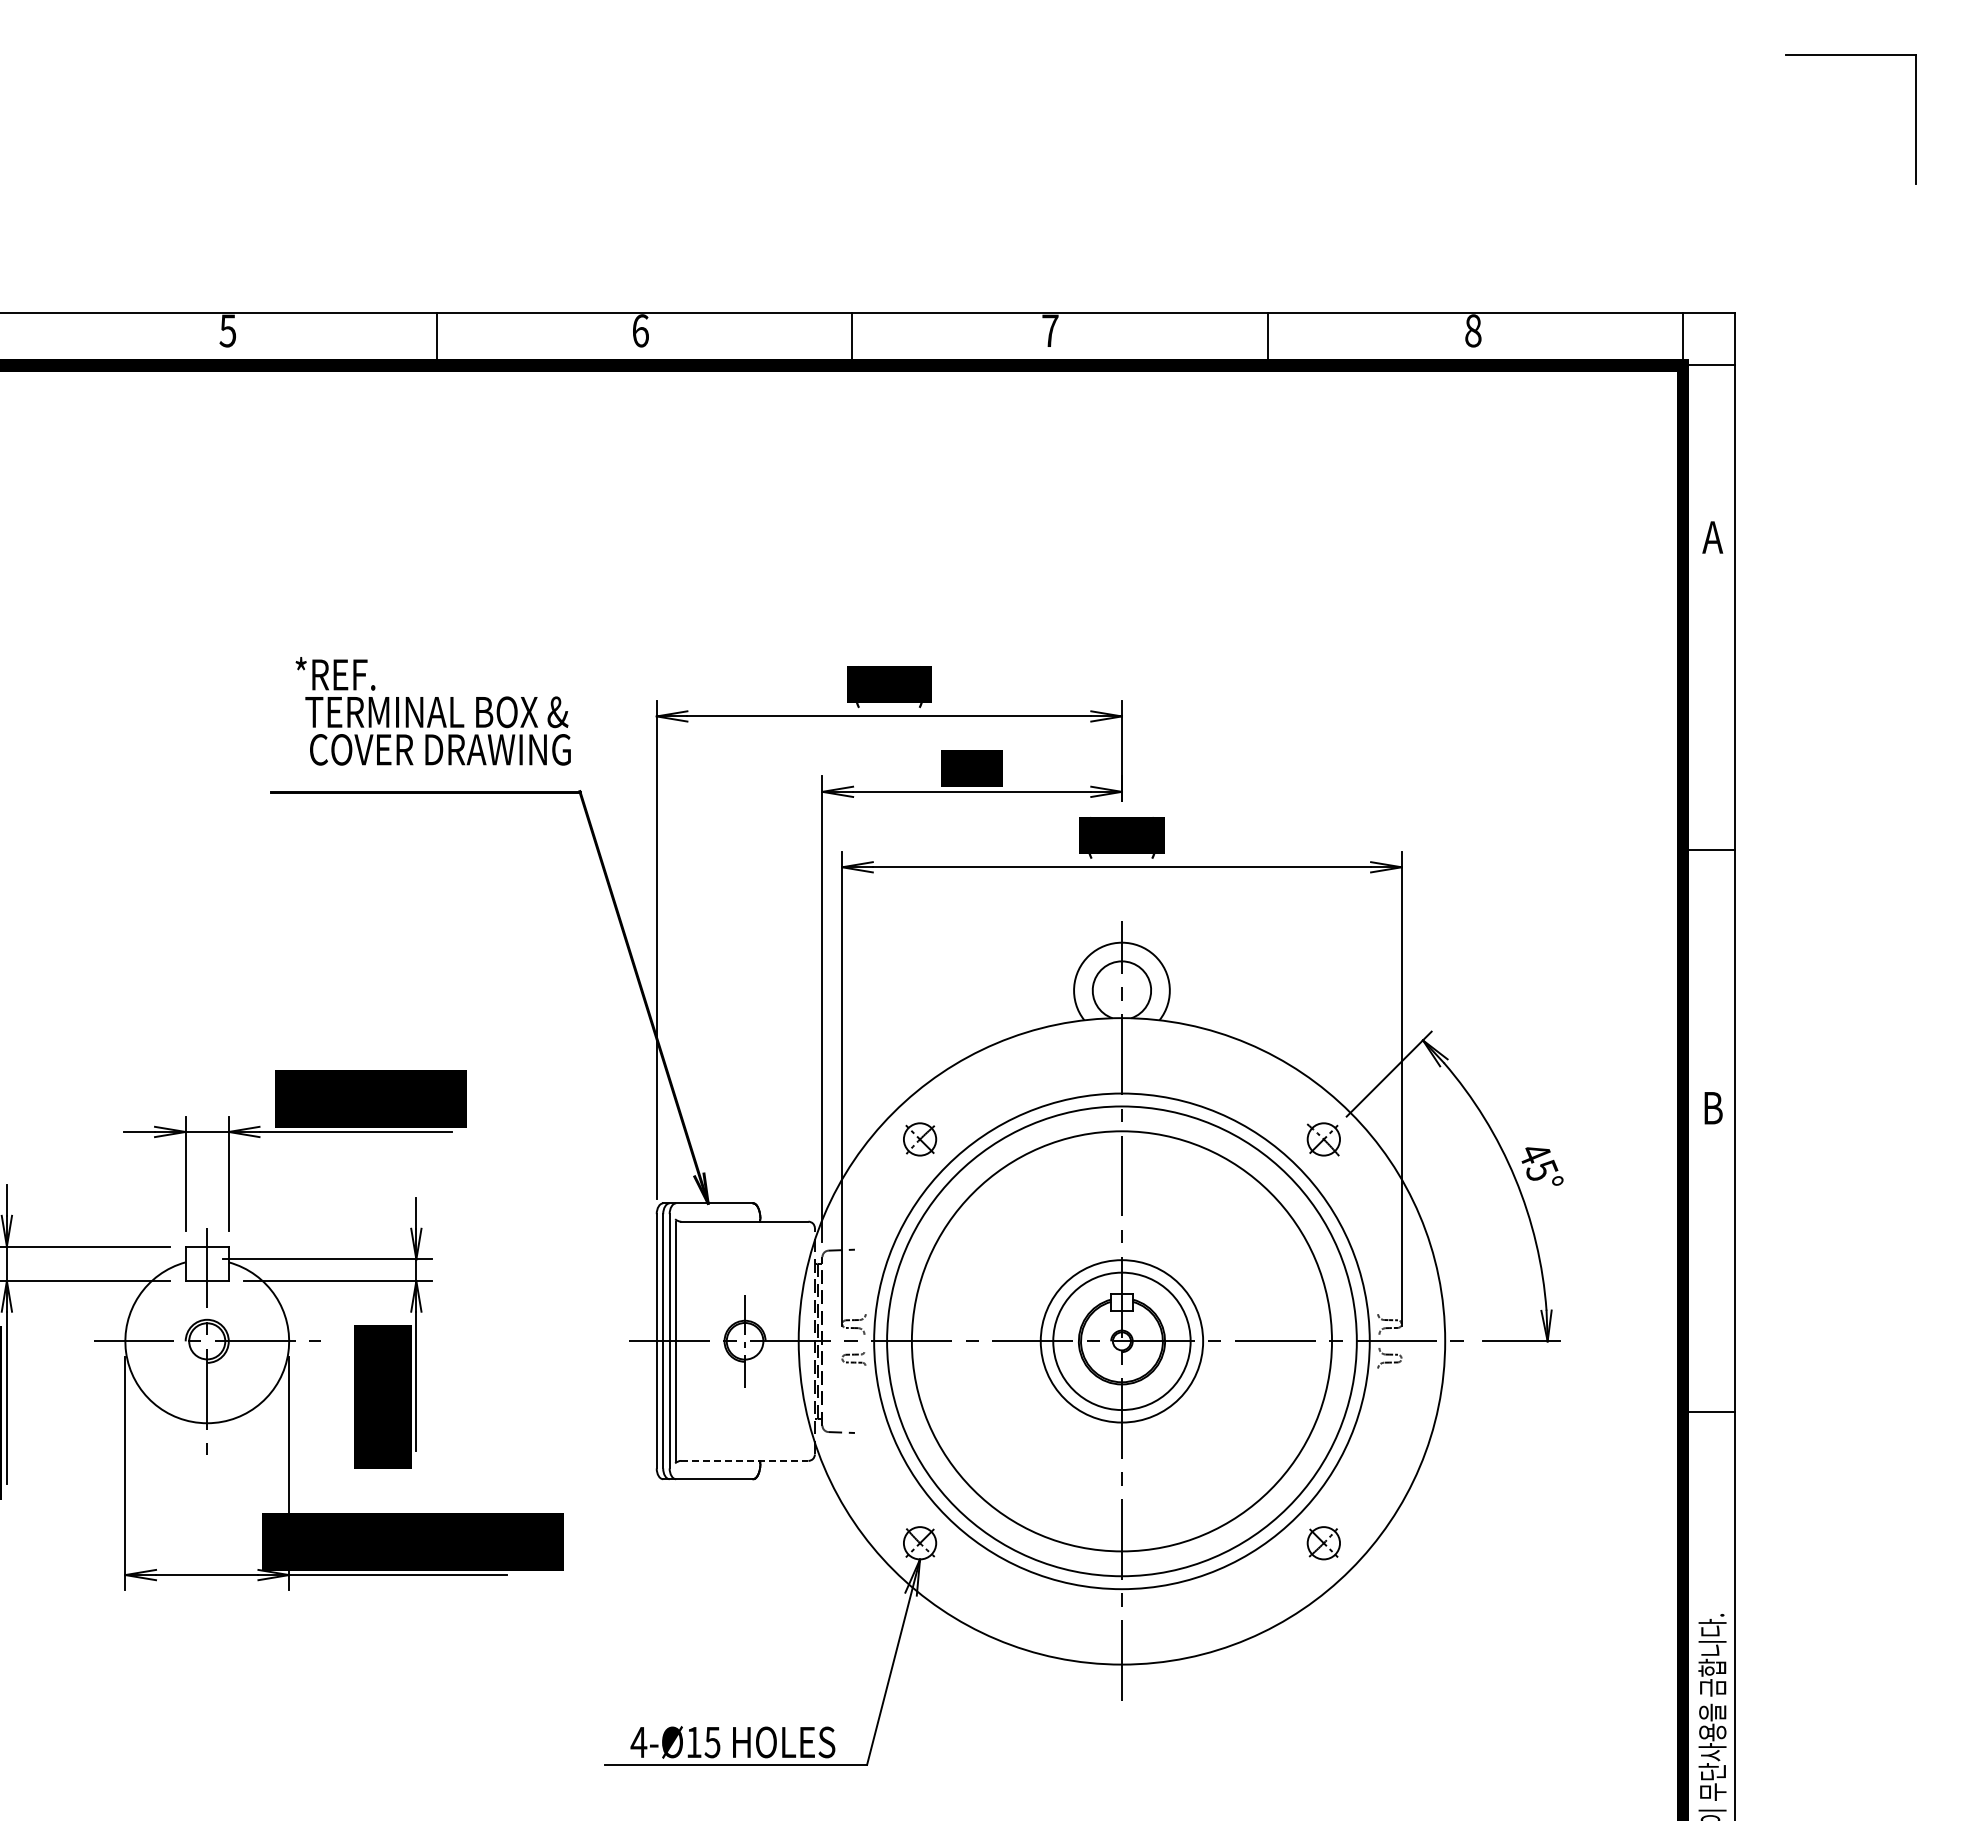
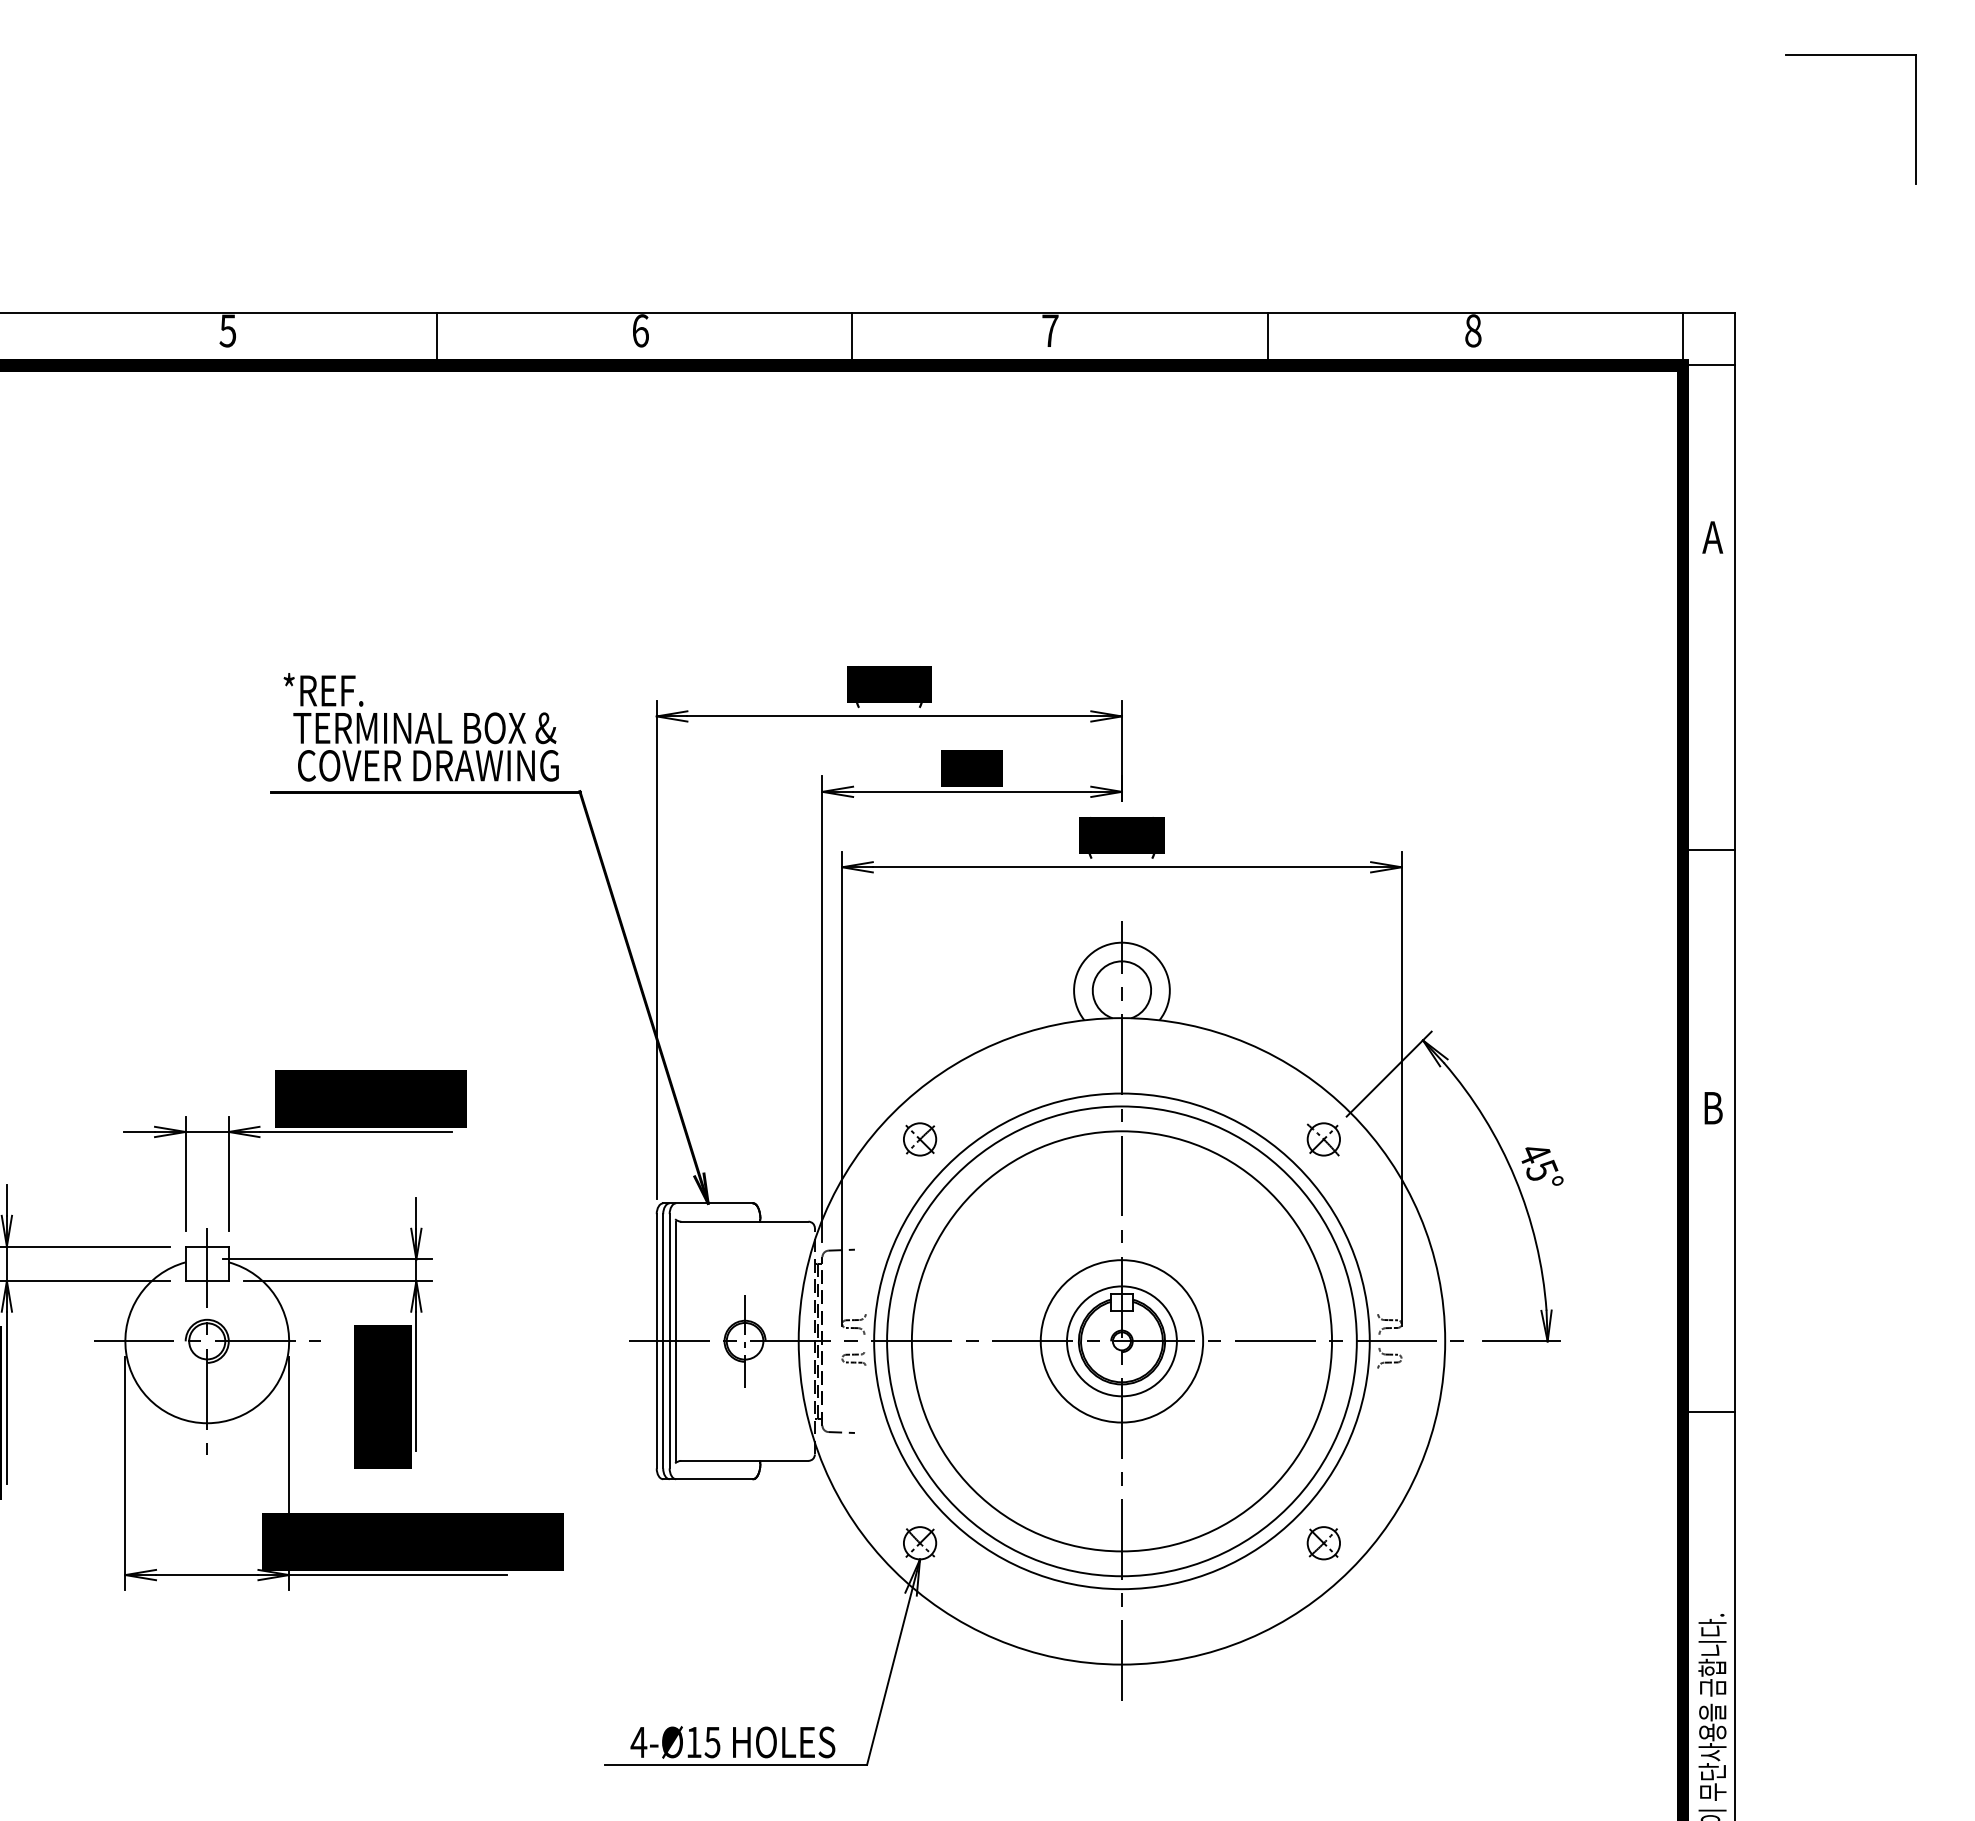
text at (432, 711) position: (432, 711) -> (420, 727)
circle at (1121, 1341) diameter: 137 px -> 110 px
line at (744, 1460): dashed -> solid
